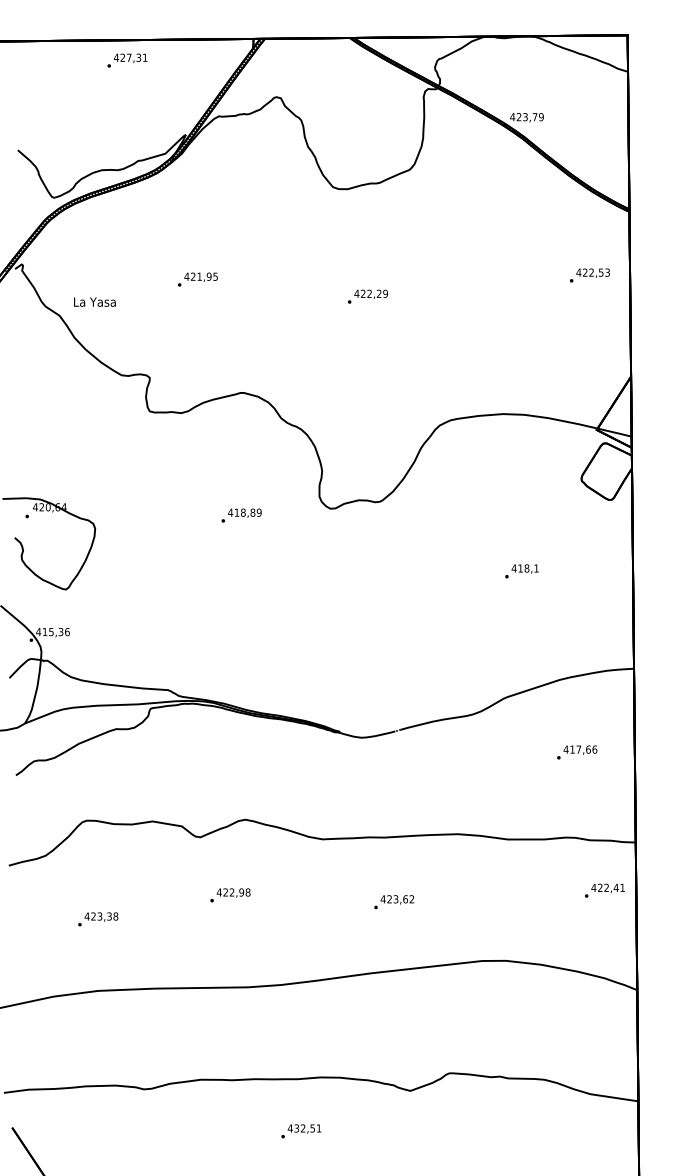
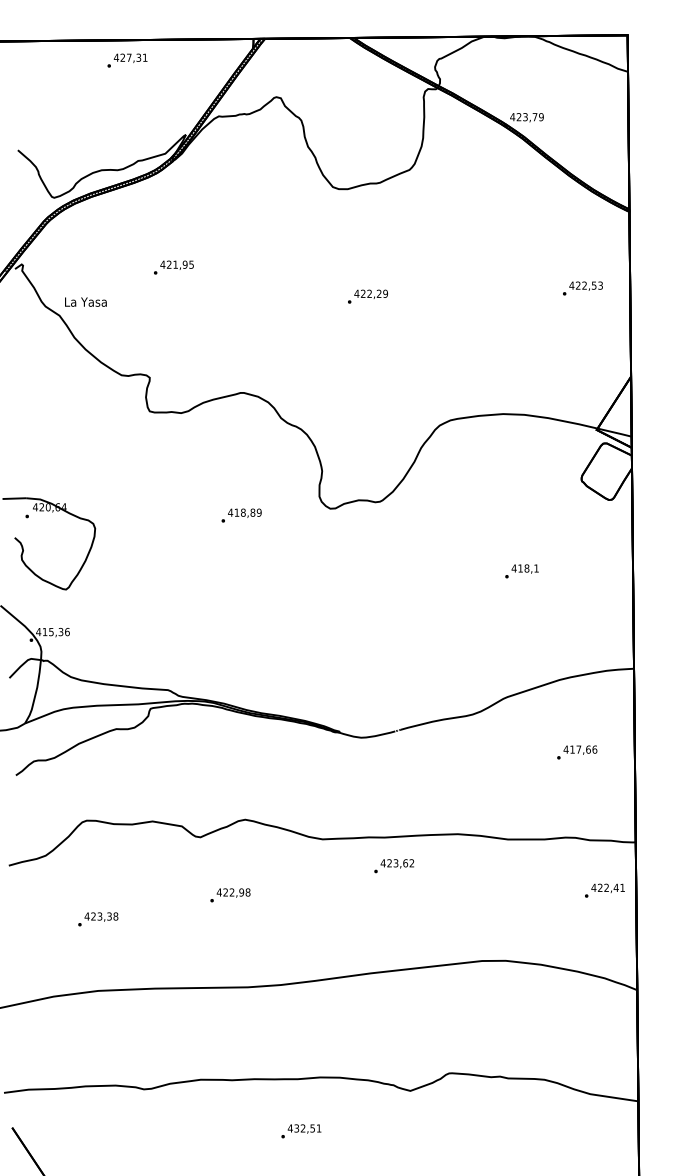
text at (589, 275) position: (589, 275) -> (582, 288)
text at (197, 279) position: (197, 279) -> (173, 267)
text at (94, 301) position: (94, 301) -> (85, 301)
text at (394, 902) position: (394, 902) -> (394, 866)
